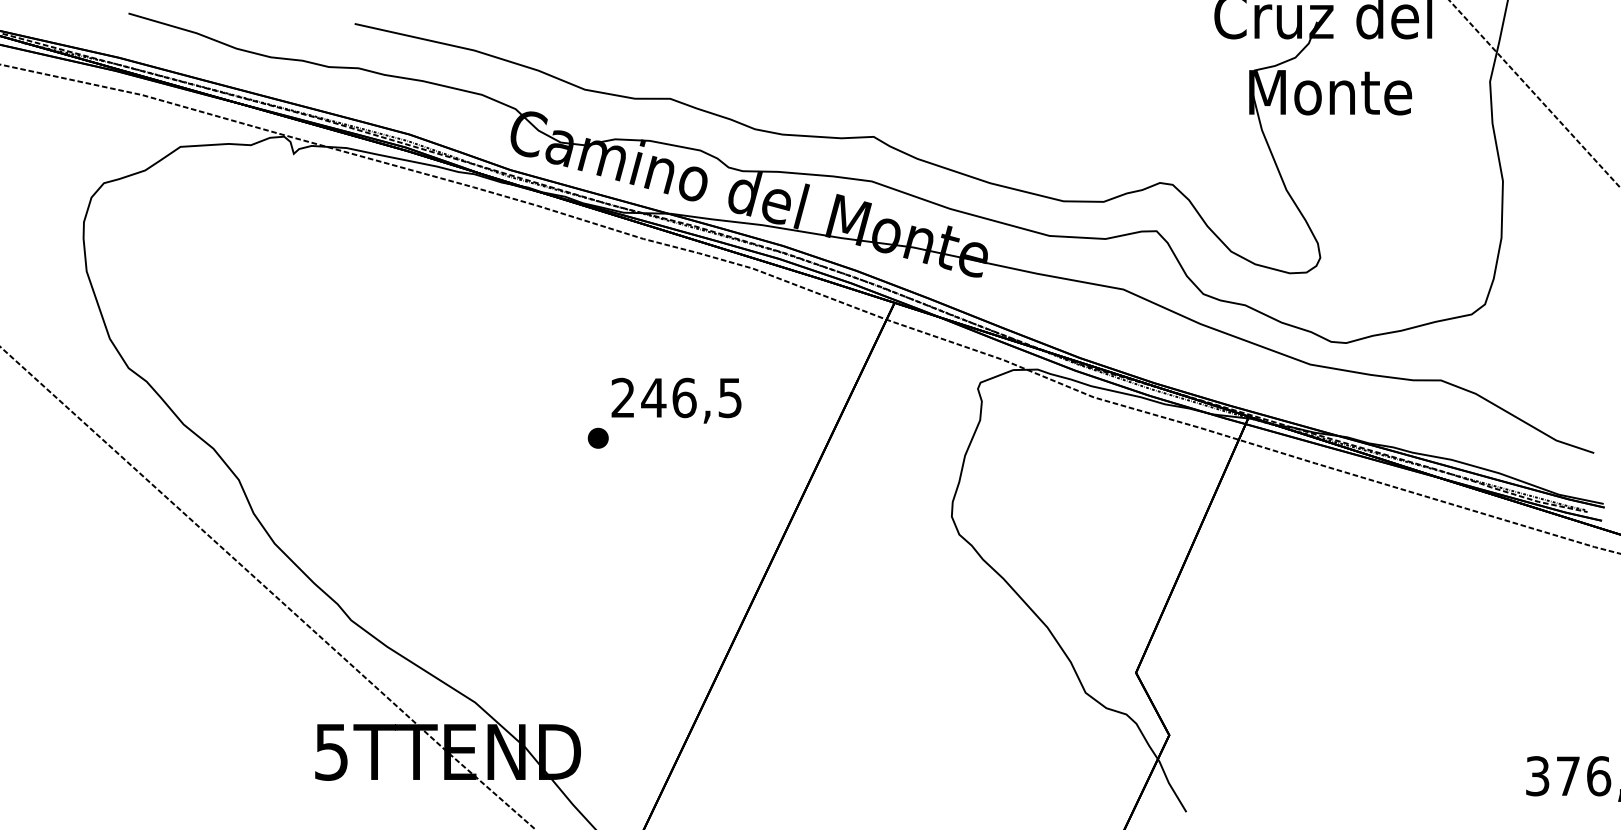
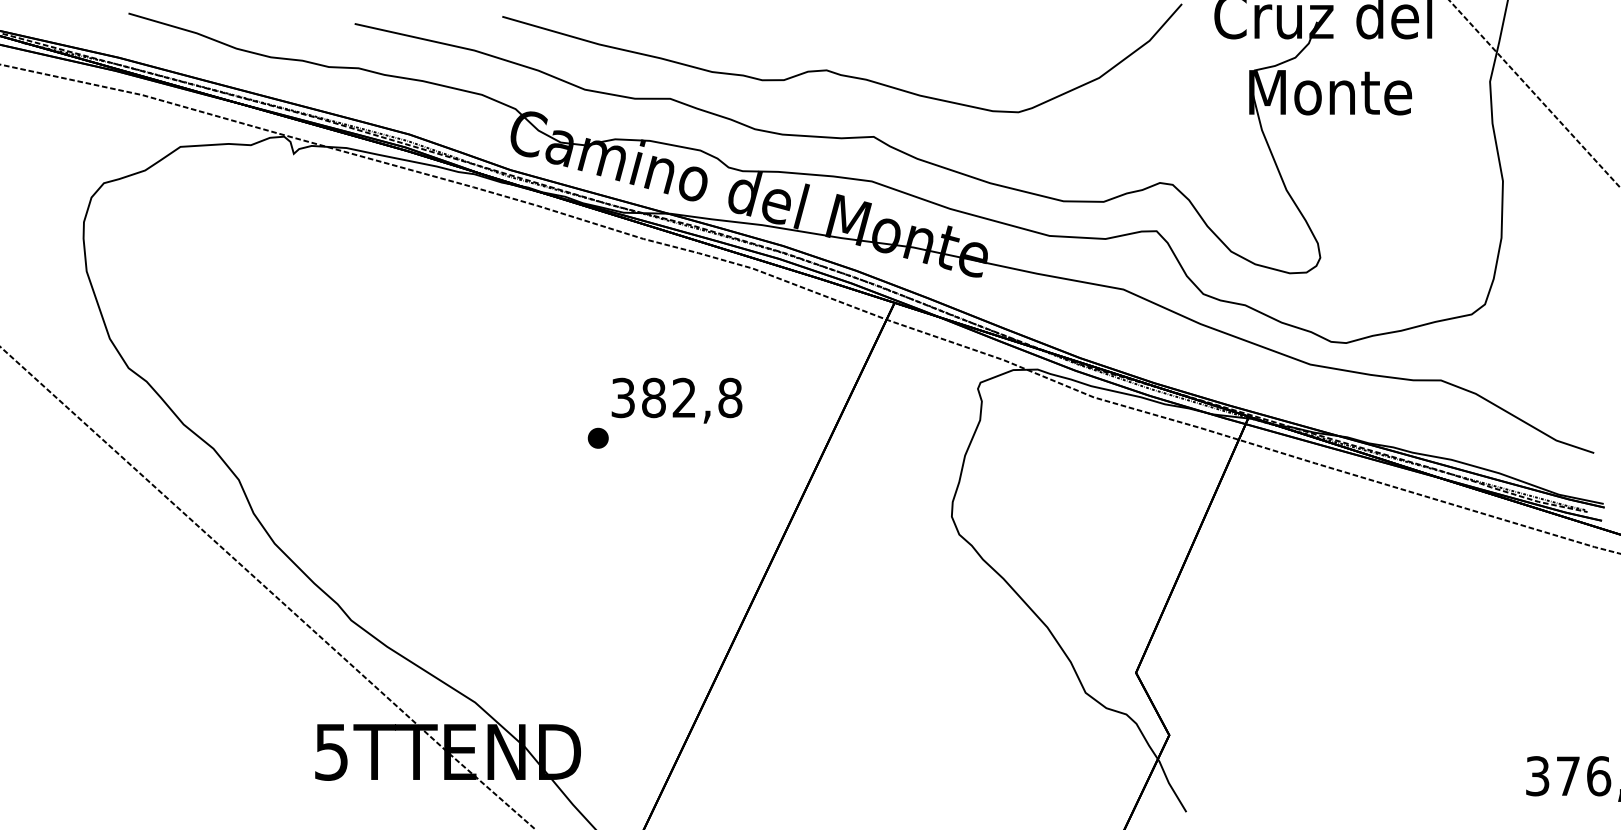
part at (836, 72): none -> present
text at (676, 397): 246,5 -> 382,8
